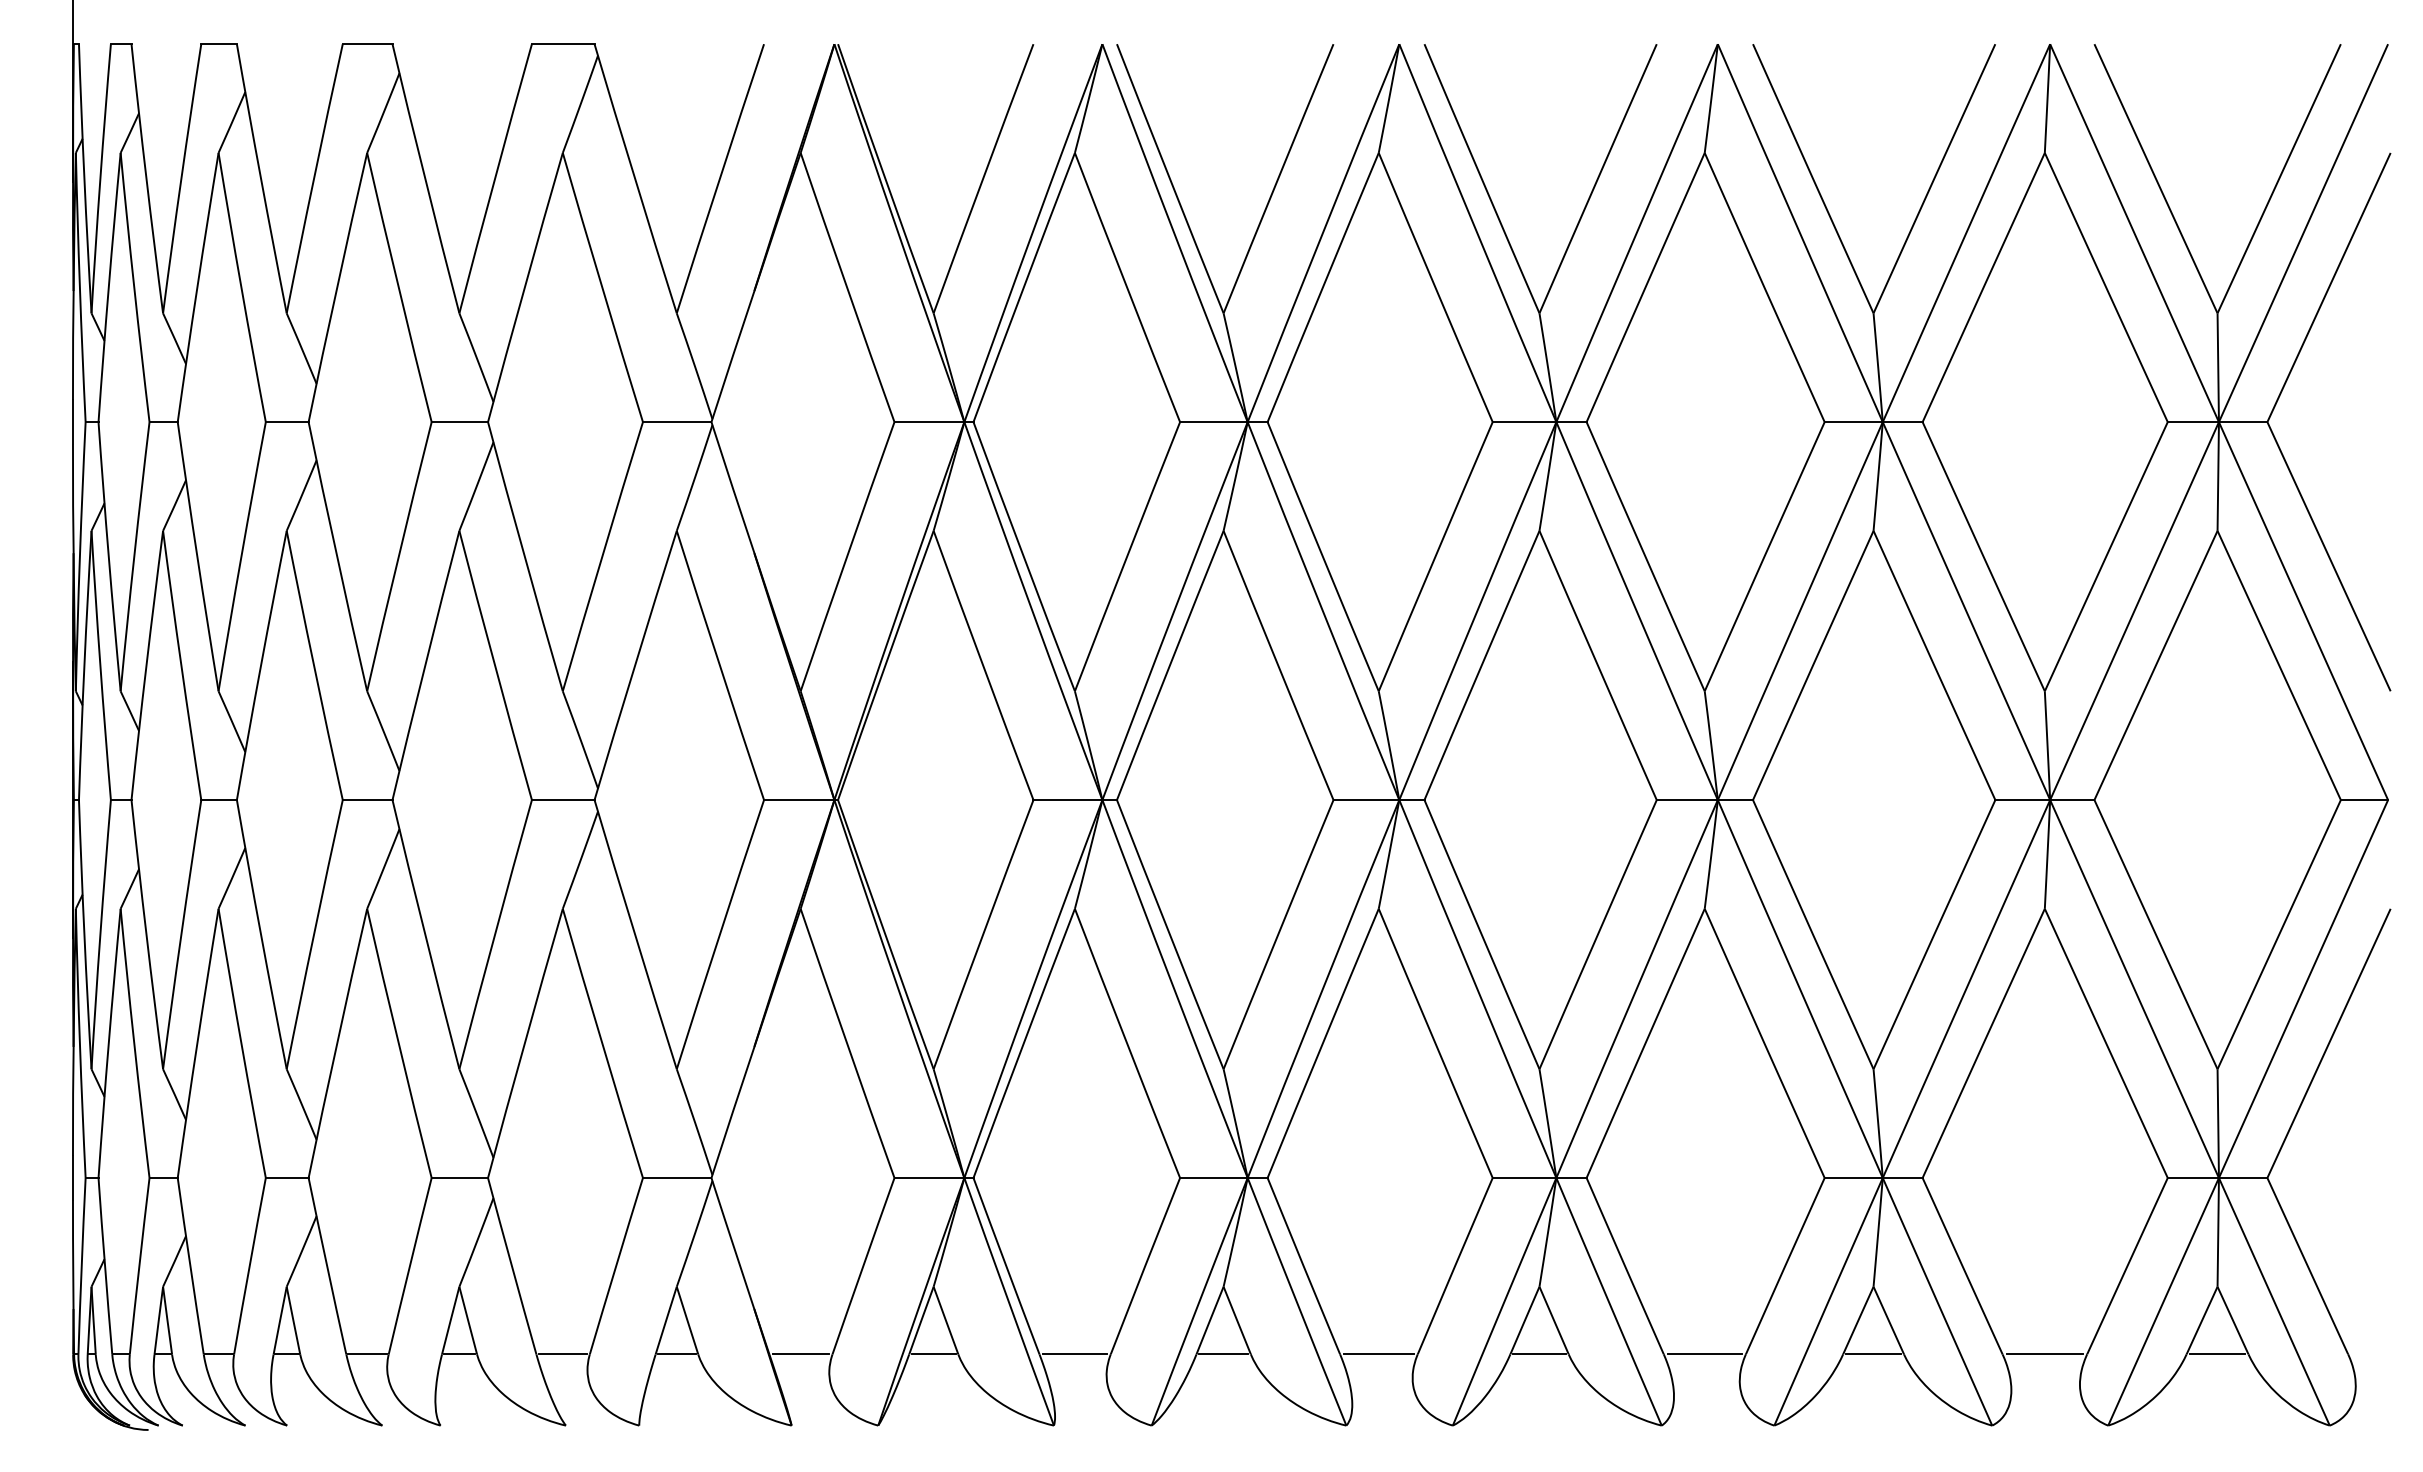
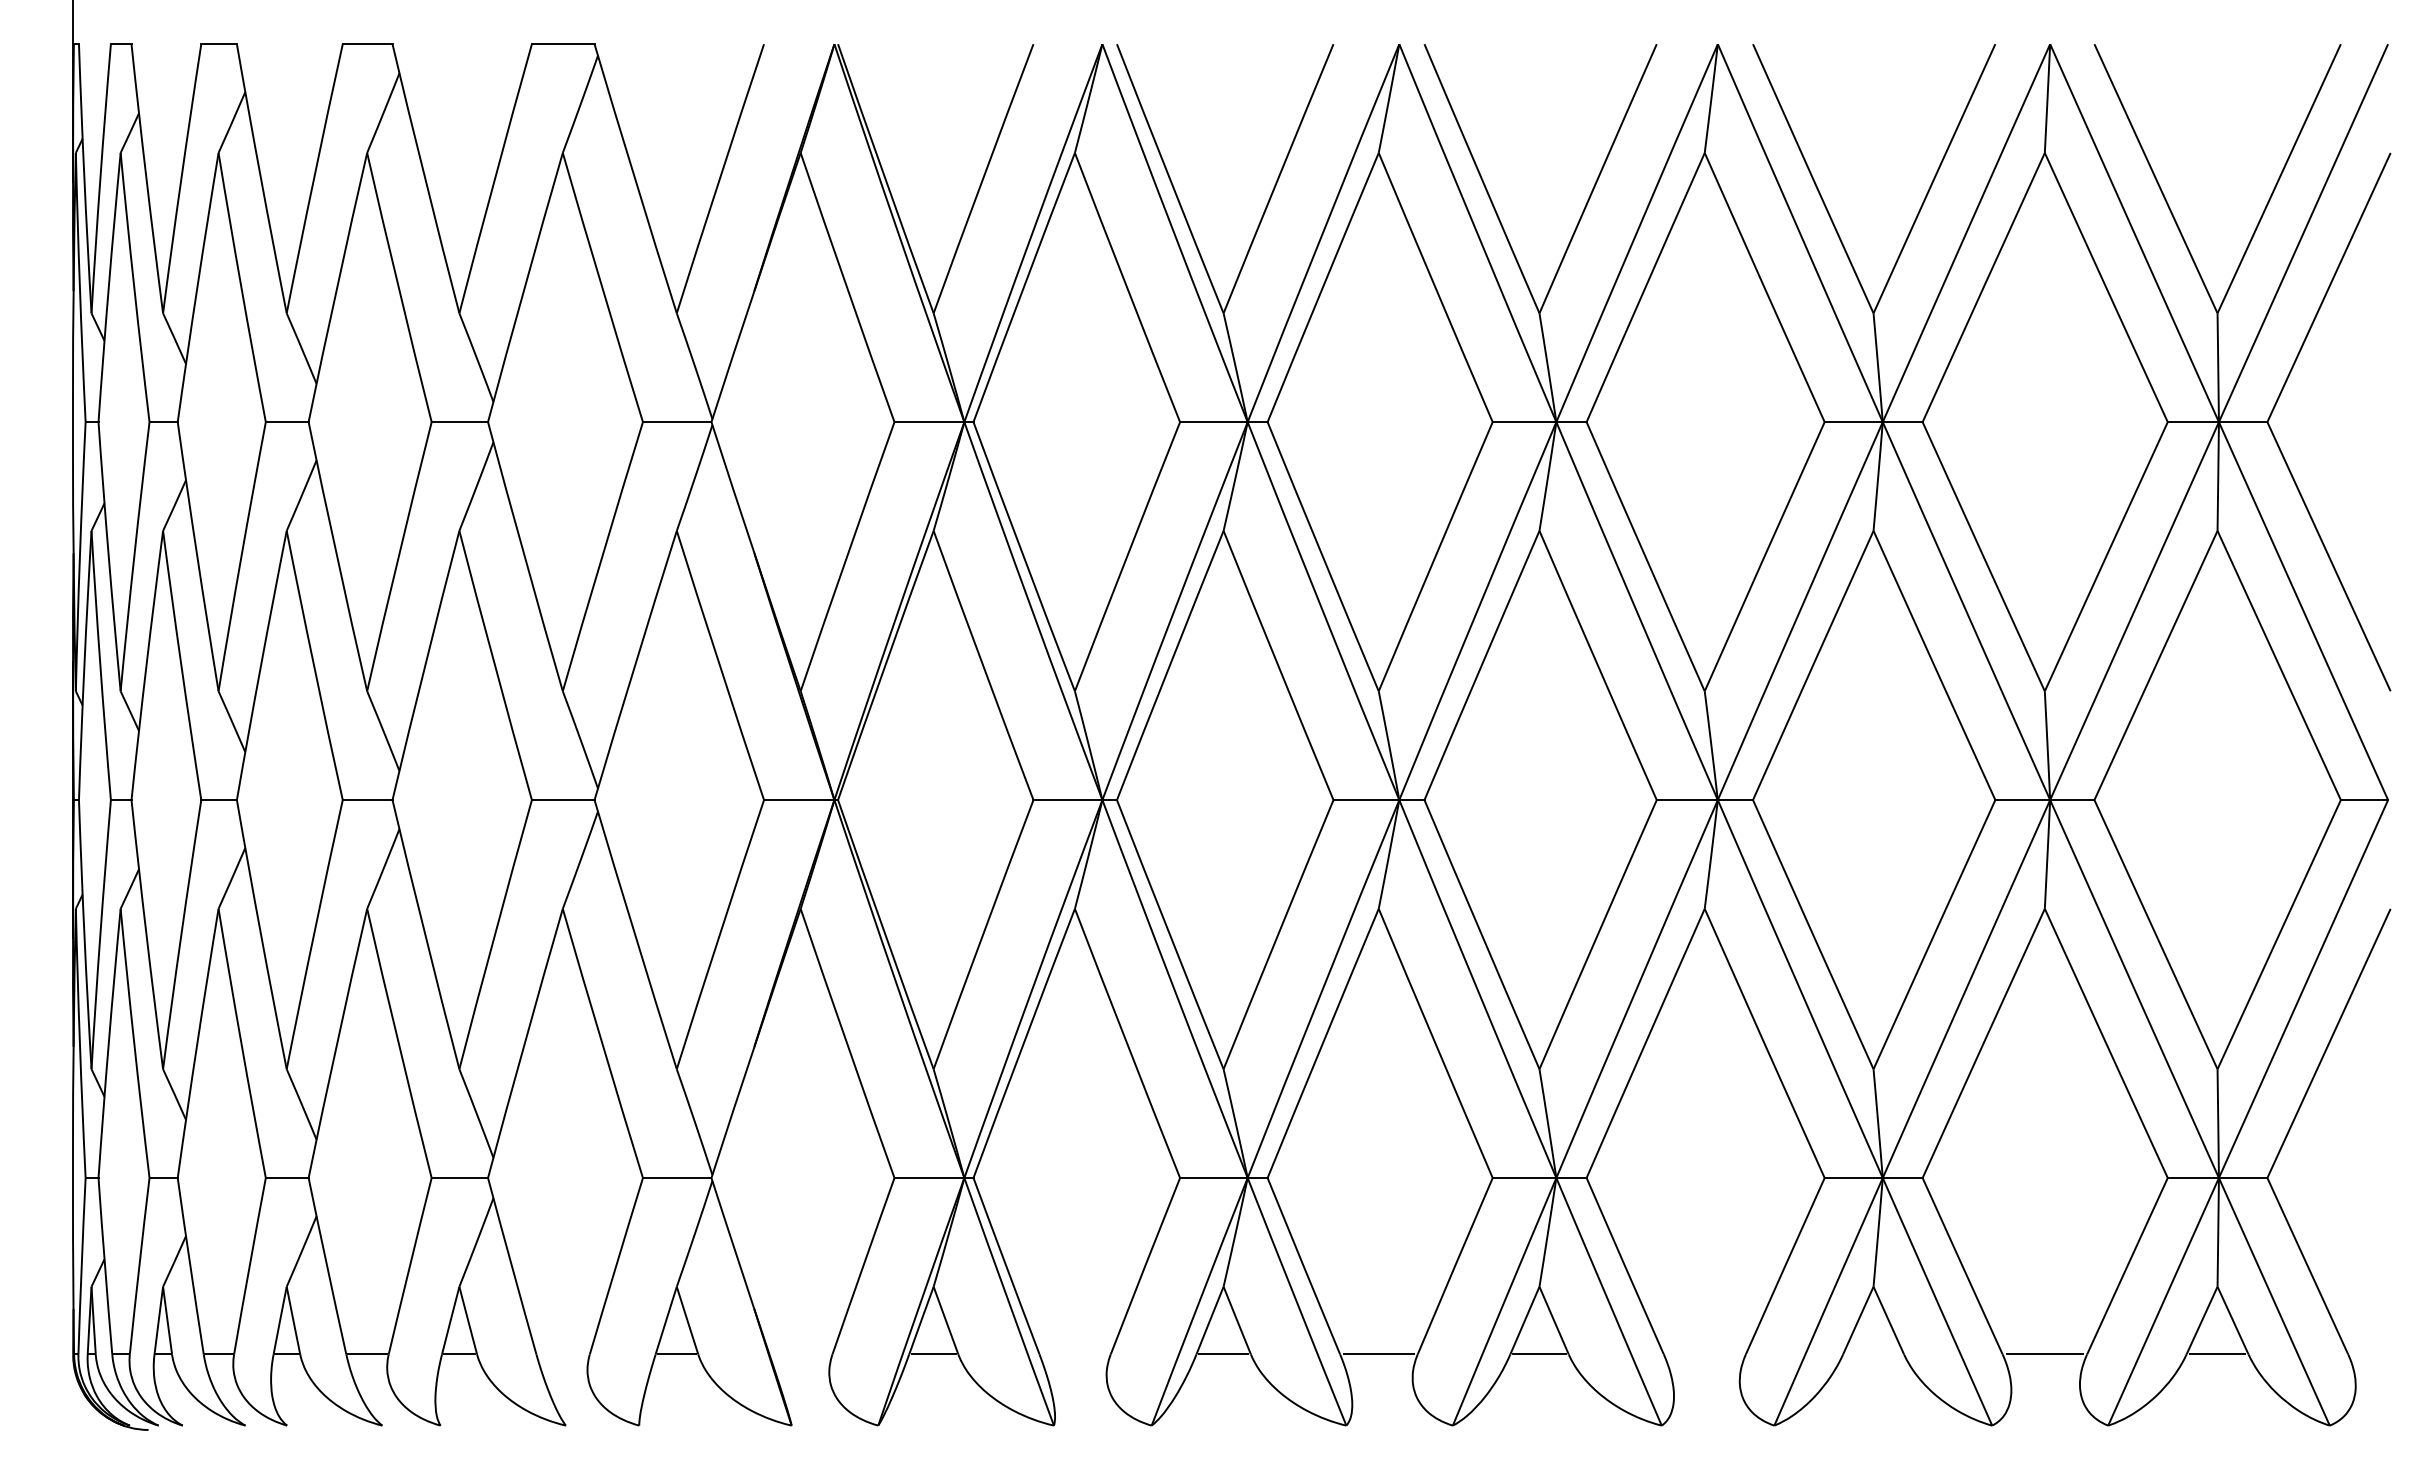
line at (563, 1354): present -> none
line at (800, 1354): present -> none
line at (1075, 1354): present -> none
line at (1704, 1354): present -> none
line at (1873, 1354): present -> none
